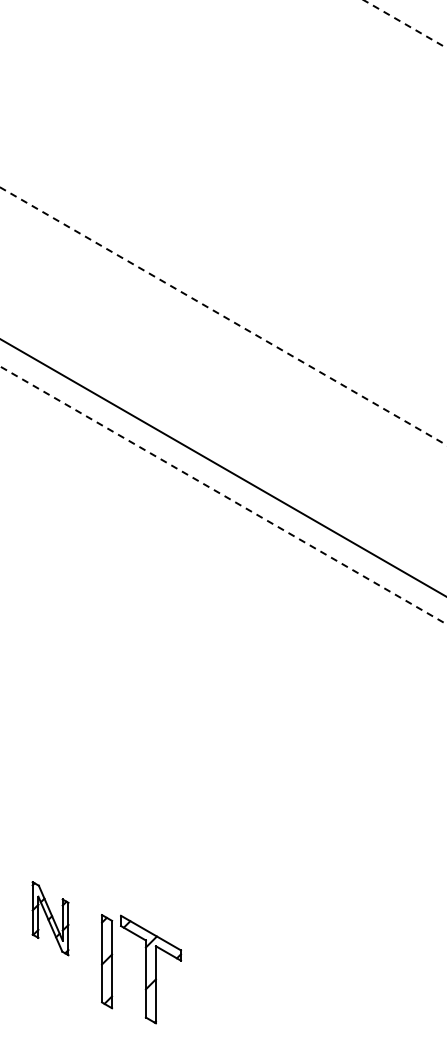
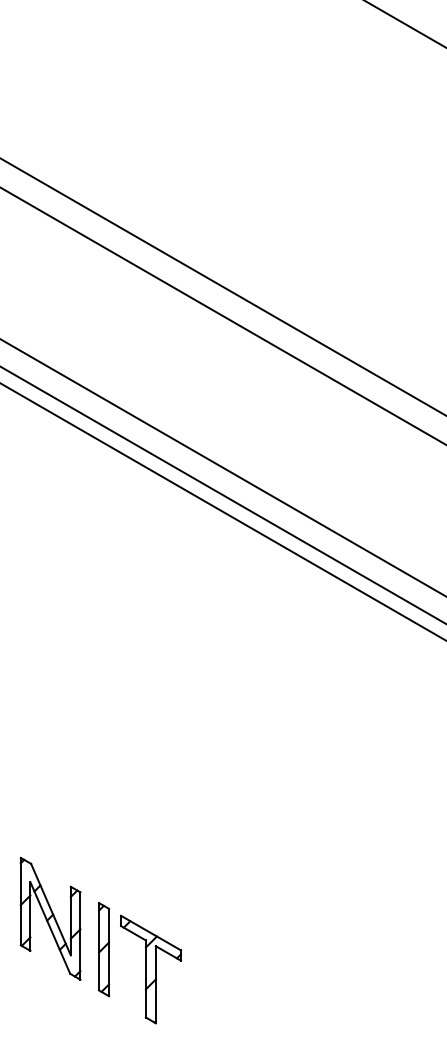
line at (405, 24): dashed -> solid
line at (222, 286): none -> present
line at (224, 316): dashed -> solid
line at (223, 495): dashed -> solid
line at (222, 511): none -> present
part at (50, 918) size: 39x76 px -> 63x125 px
part at (107, 961) position: (107, 961) -> (104, 949)
